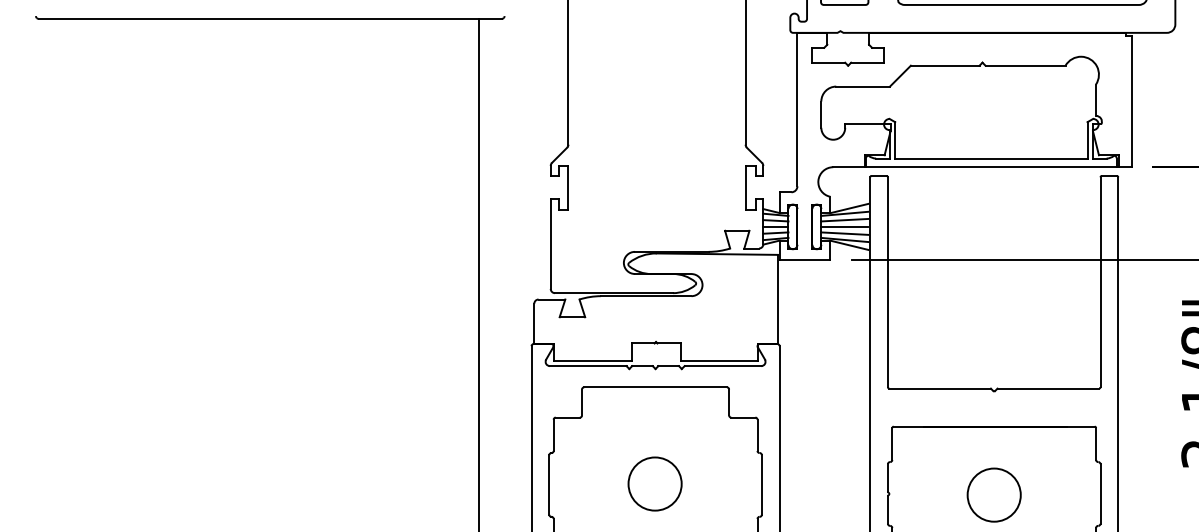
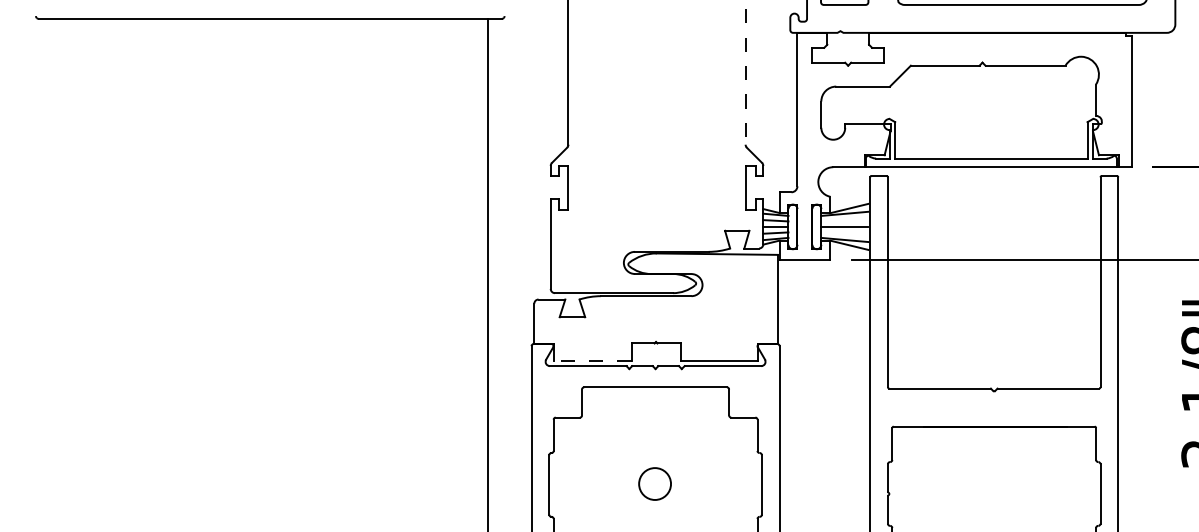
line at (745, 72): solid -> dashed
line at (844, 219): present -> none
line at (844, 233): present -> none
line at (478, 273) position: (478, 273) -> (487, 273)
line at (592, 361): solid -> dashed
circle at (654, 483) size: 56x56 px -> 34x34 px
circle at (993, 494): present -> none
